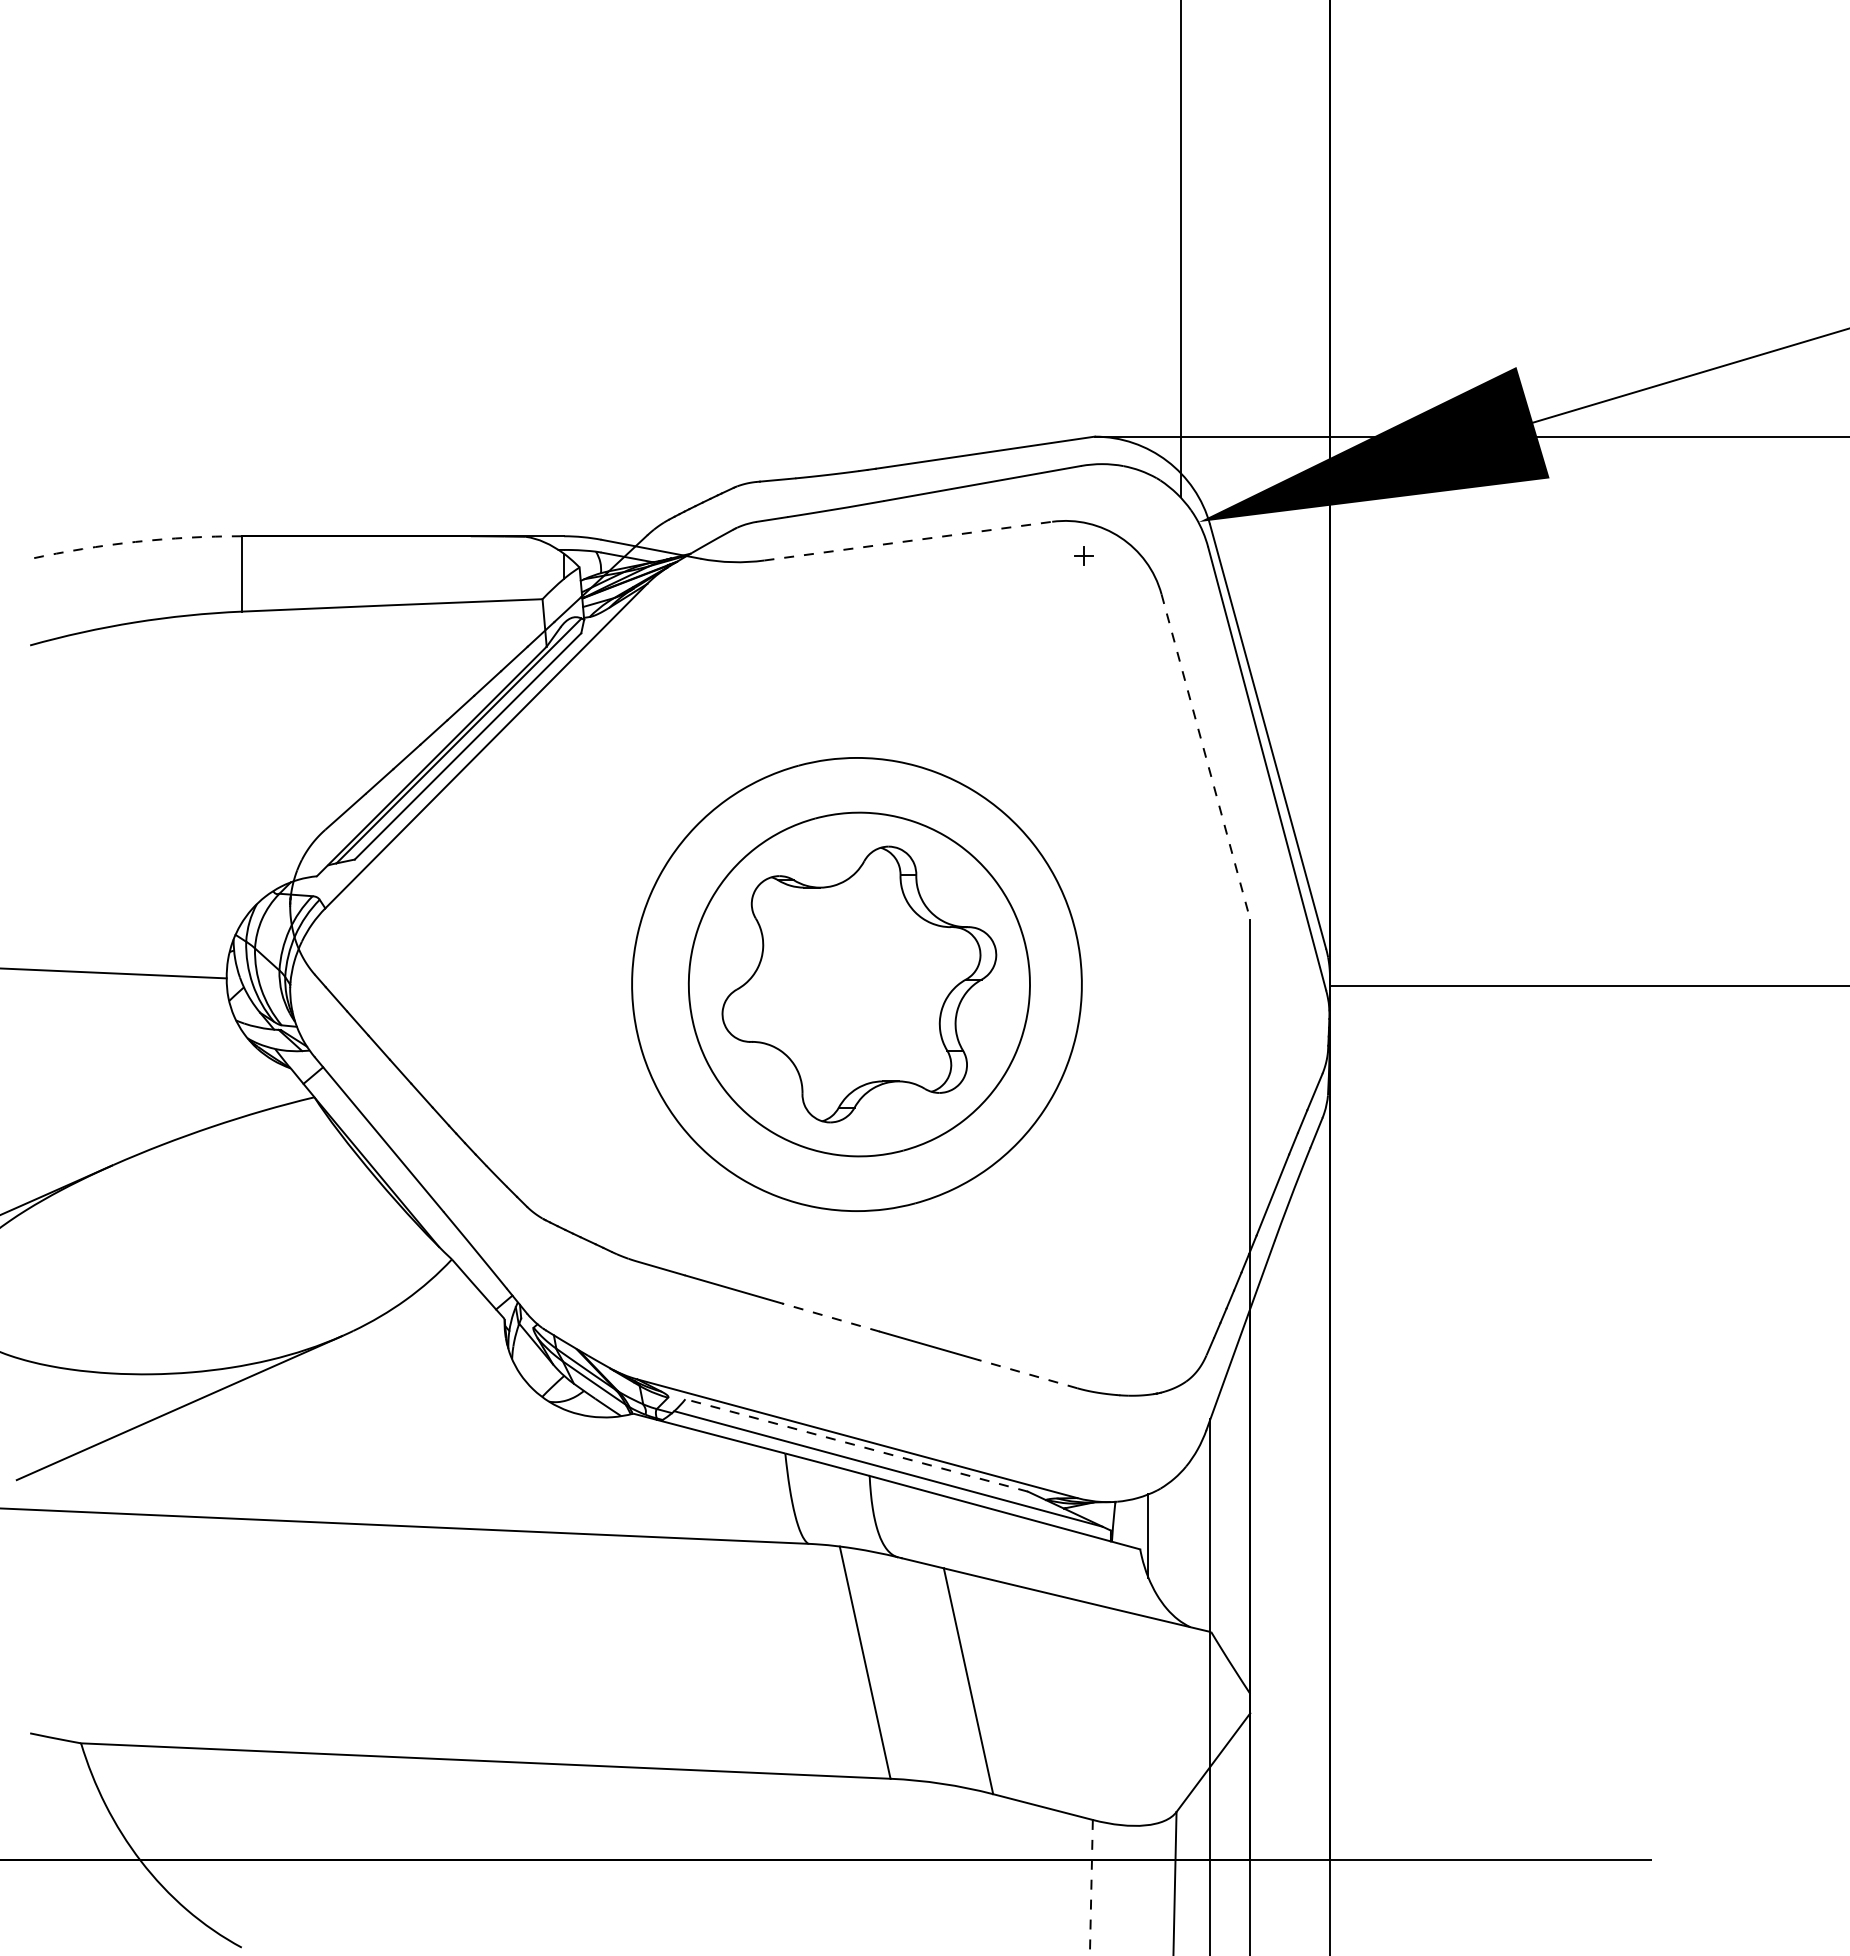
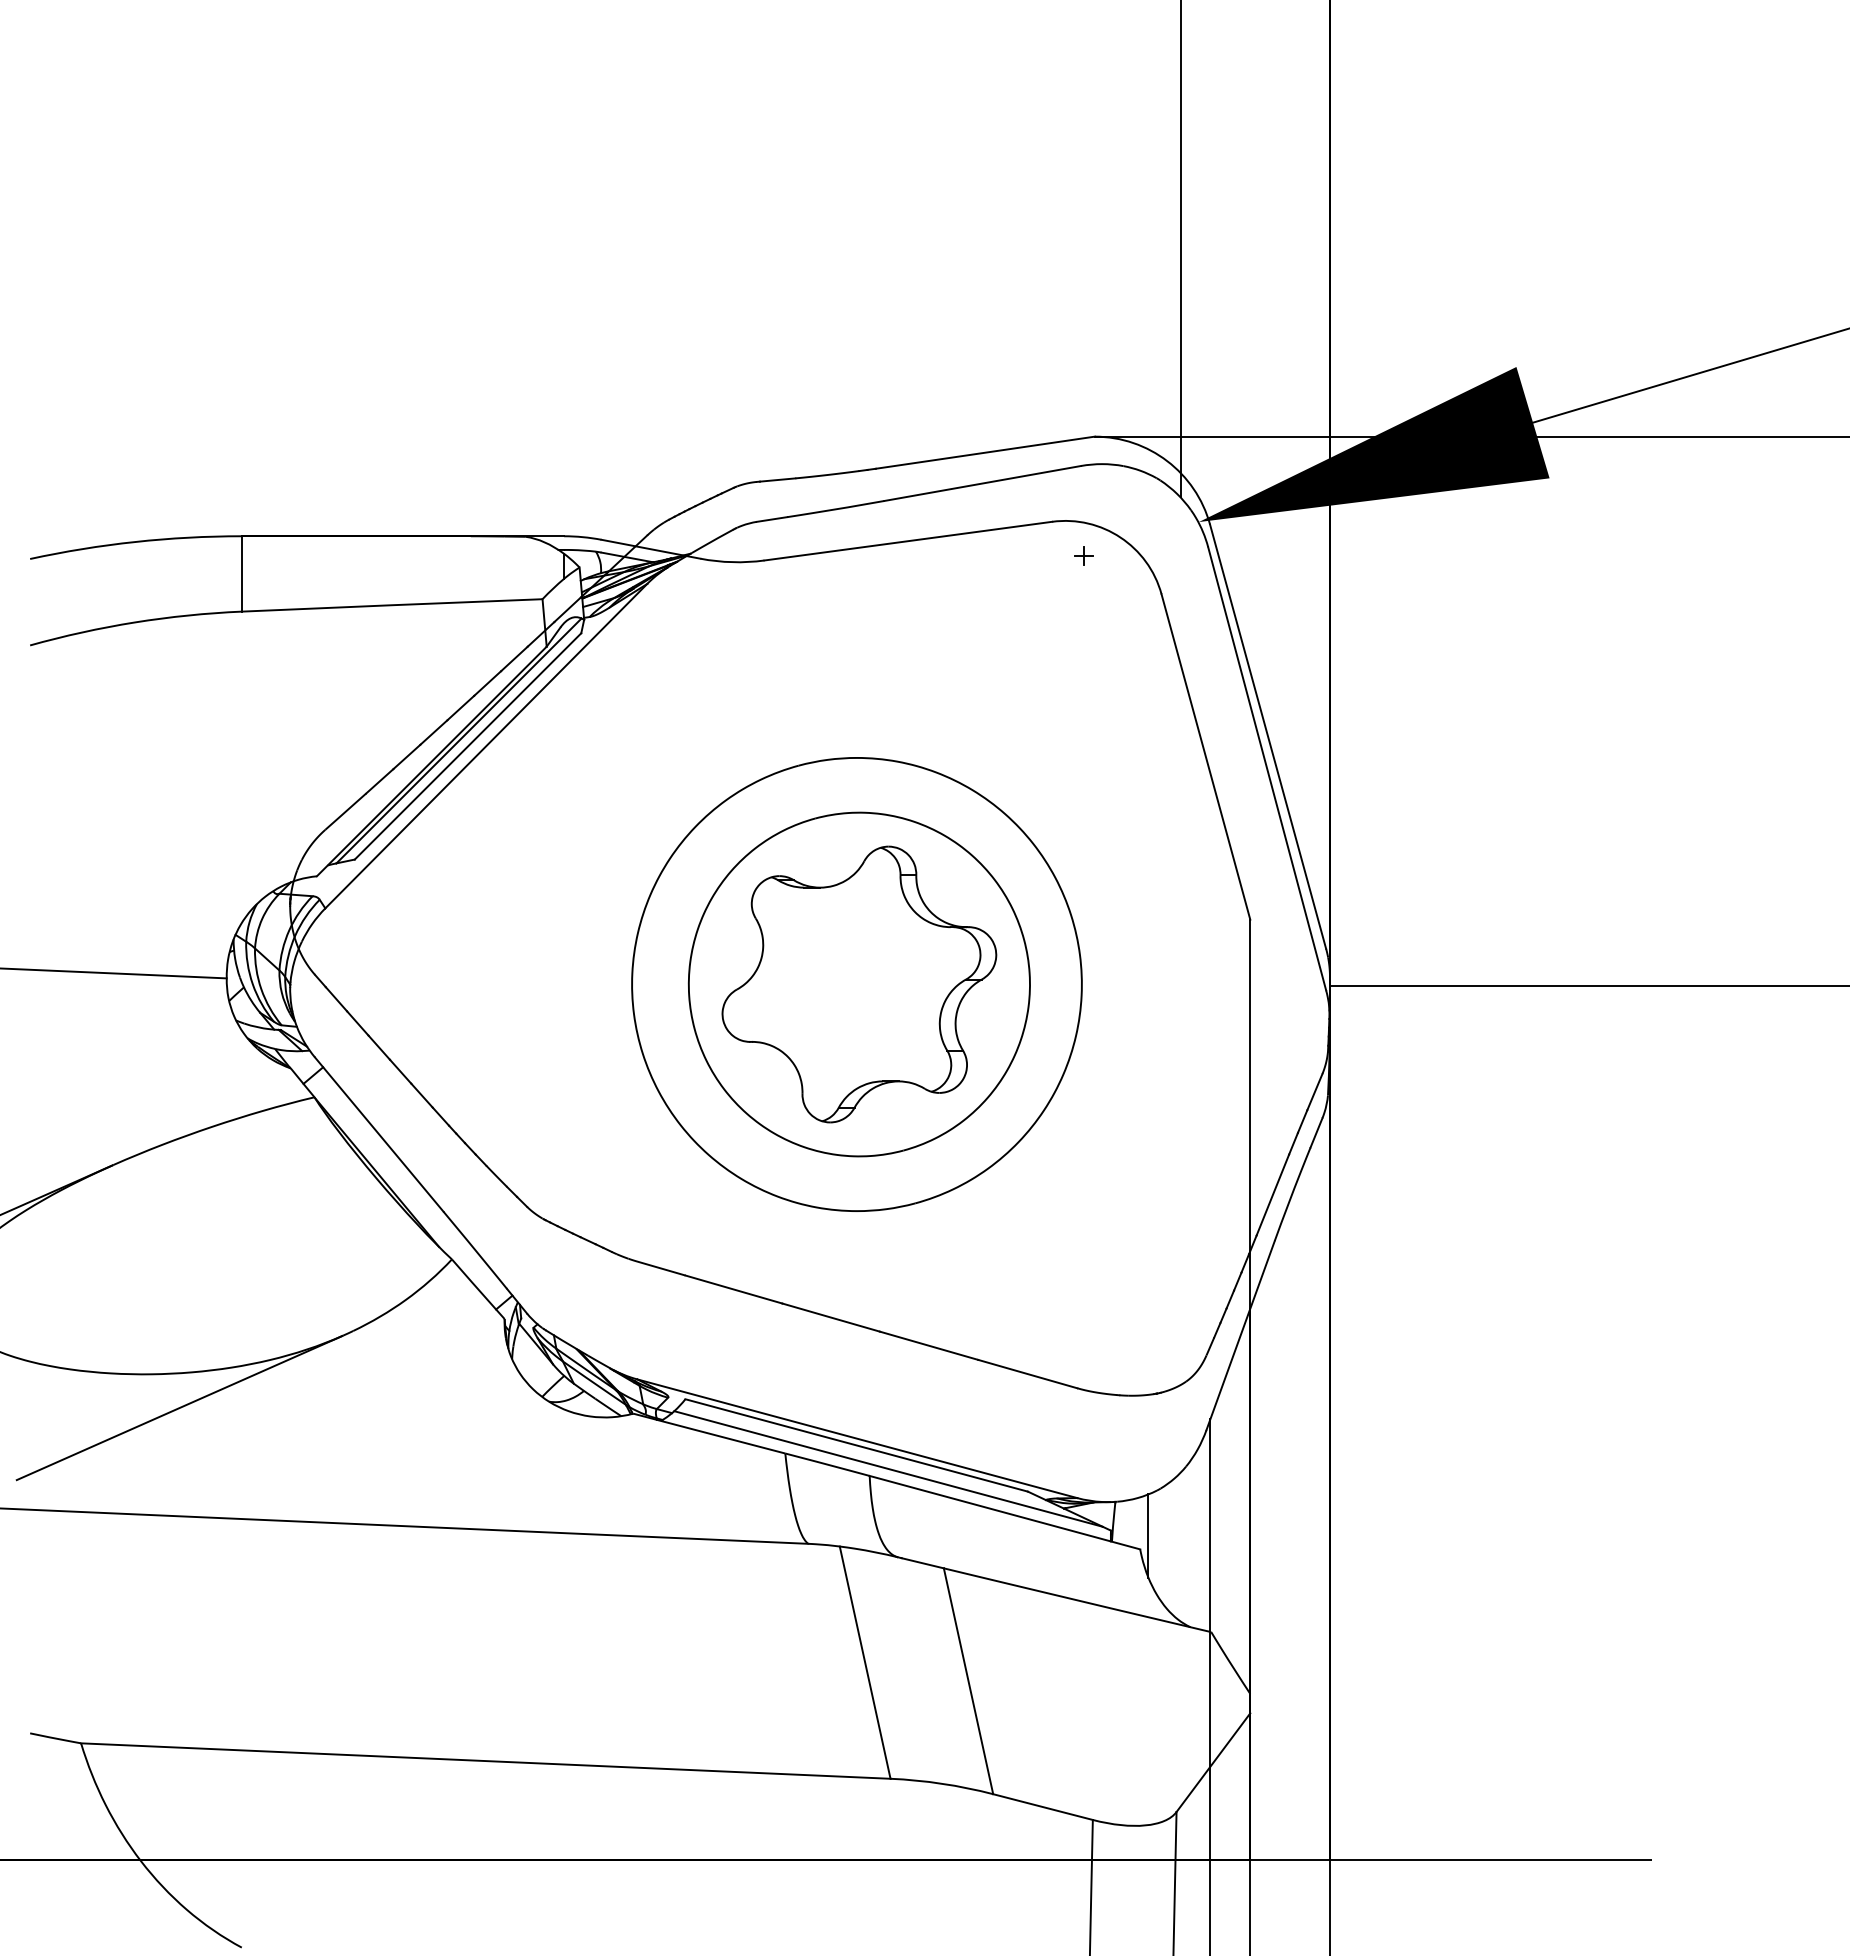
arc at (135, 541): dashed -> solid
line at (908, 541): dashed -> solid
line at (1205, 757): dashed -> solid
line at (831, 1317): dashed -> solid
line at (1027, 1374): dashed -> solid
line at (856, 1445): dashed -> solid
line at (1091, 1887): dashed -> solid
